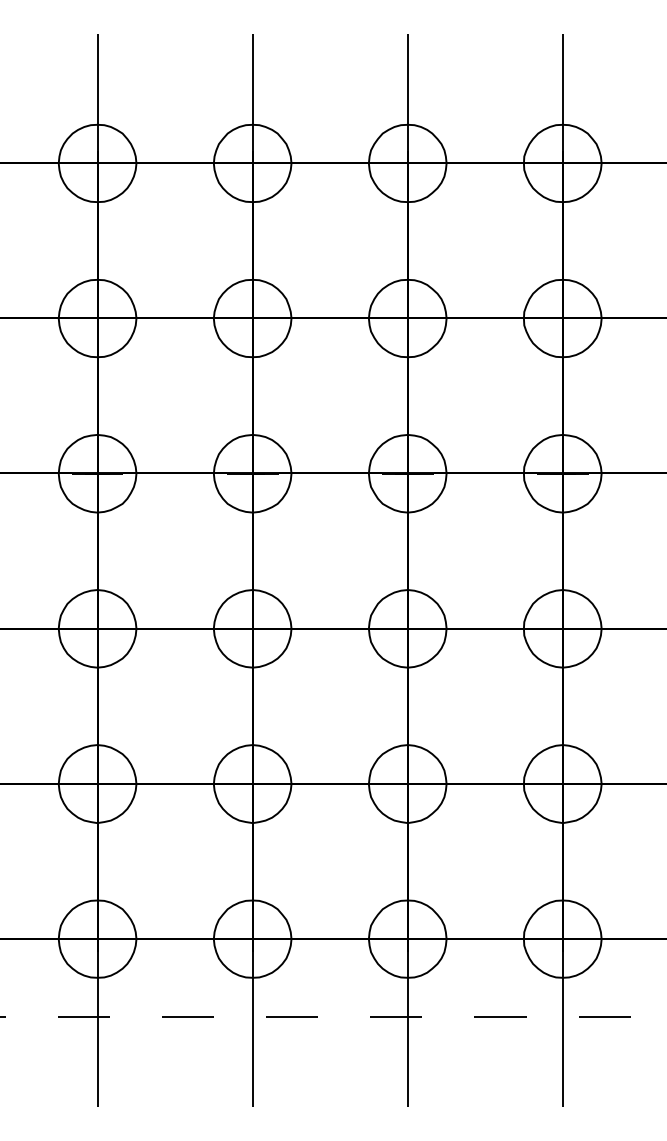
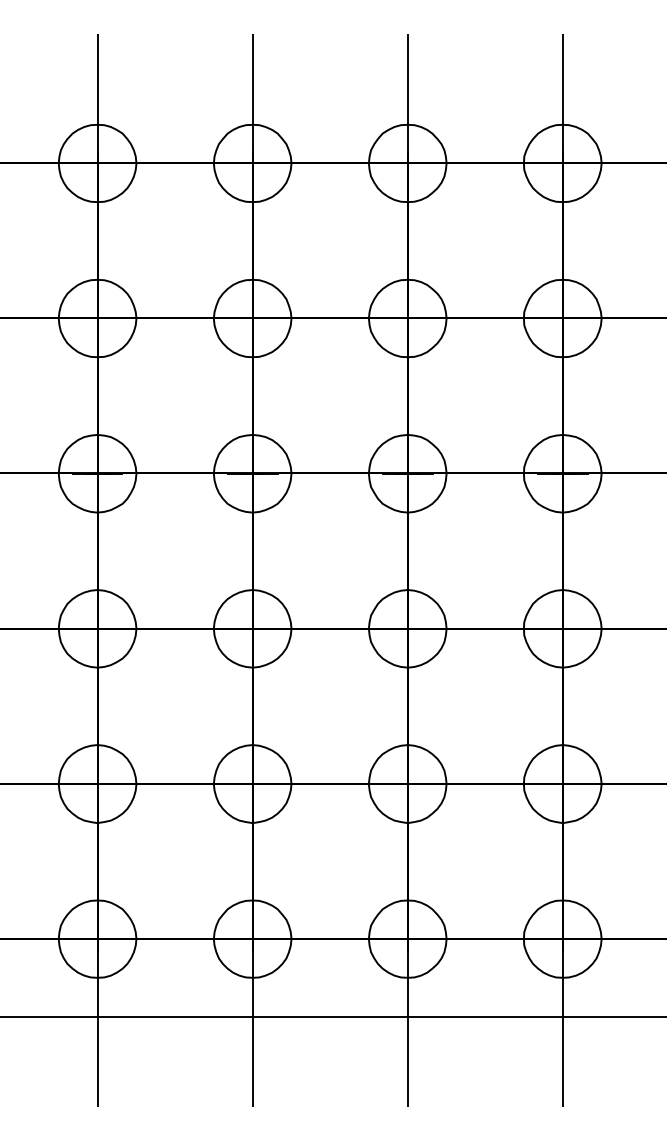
line at (333, 1016): dashed -> solid
